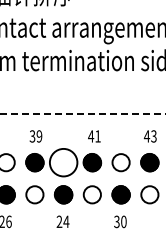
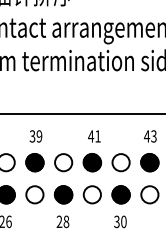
line at (83, 114): dashed -> solid
circle at (63, 162) diameter: 28 px -> 17 px
text at (66, 221): 24 -> 28
